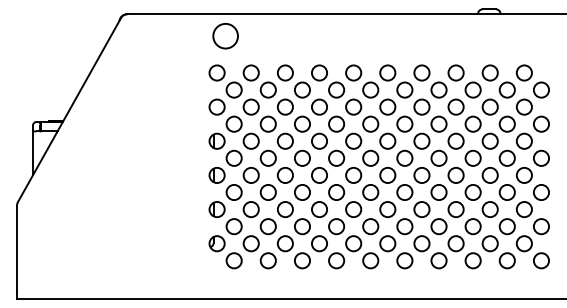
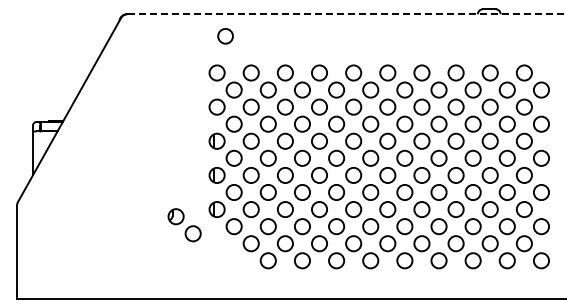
line at (347, 14): solid -> dashed
circle at (225, 36) size: 27x27 px -> 17x17 px
part at (225, 252) position: (225, 252) -> (184, 225)
